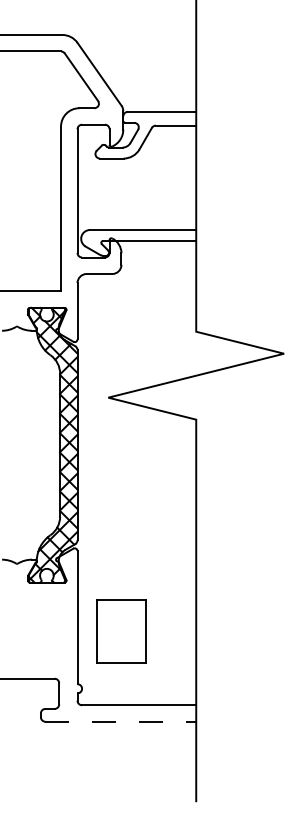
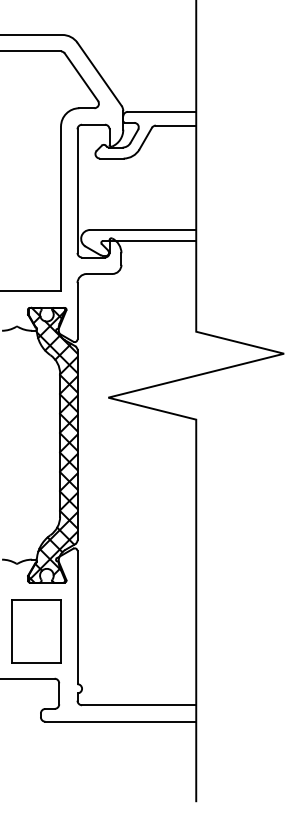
part at (121, 631) position: (121, 631) -> (36, 631)
line at (121, 721): dashed -> solid
